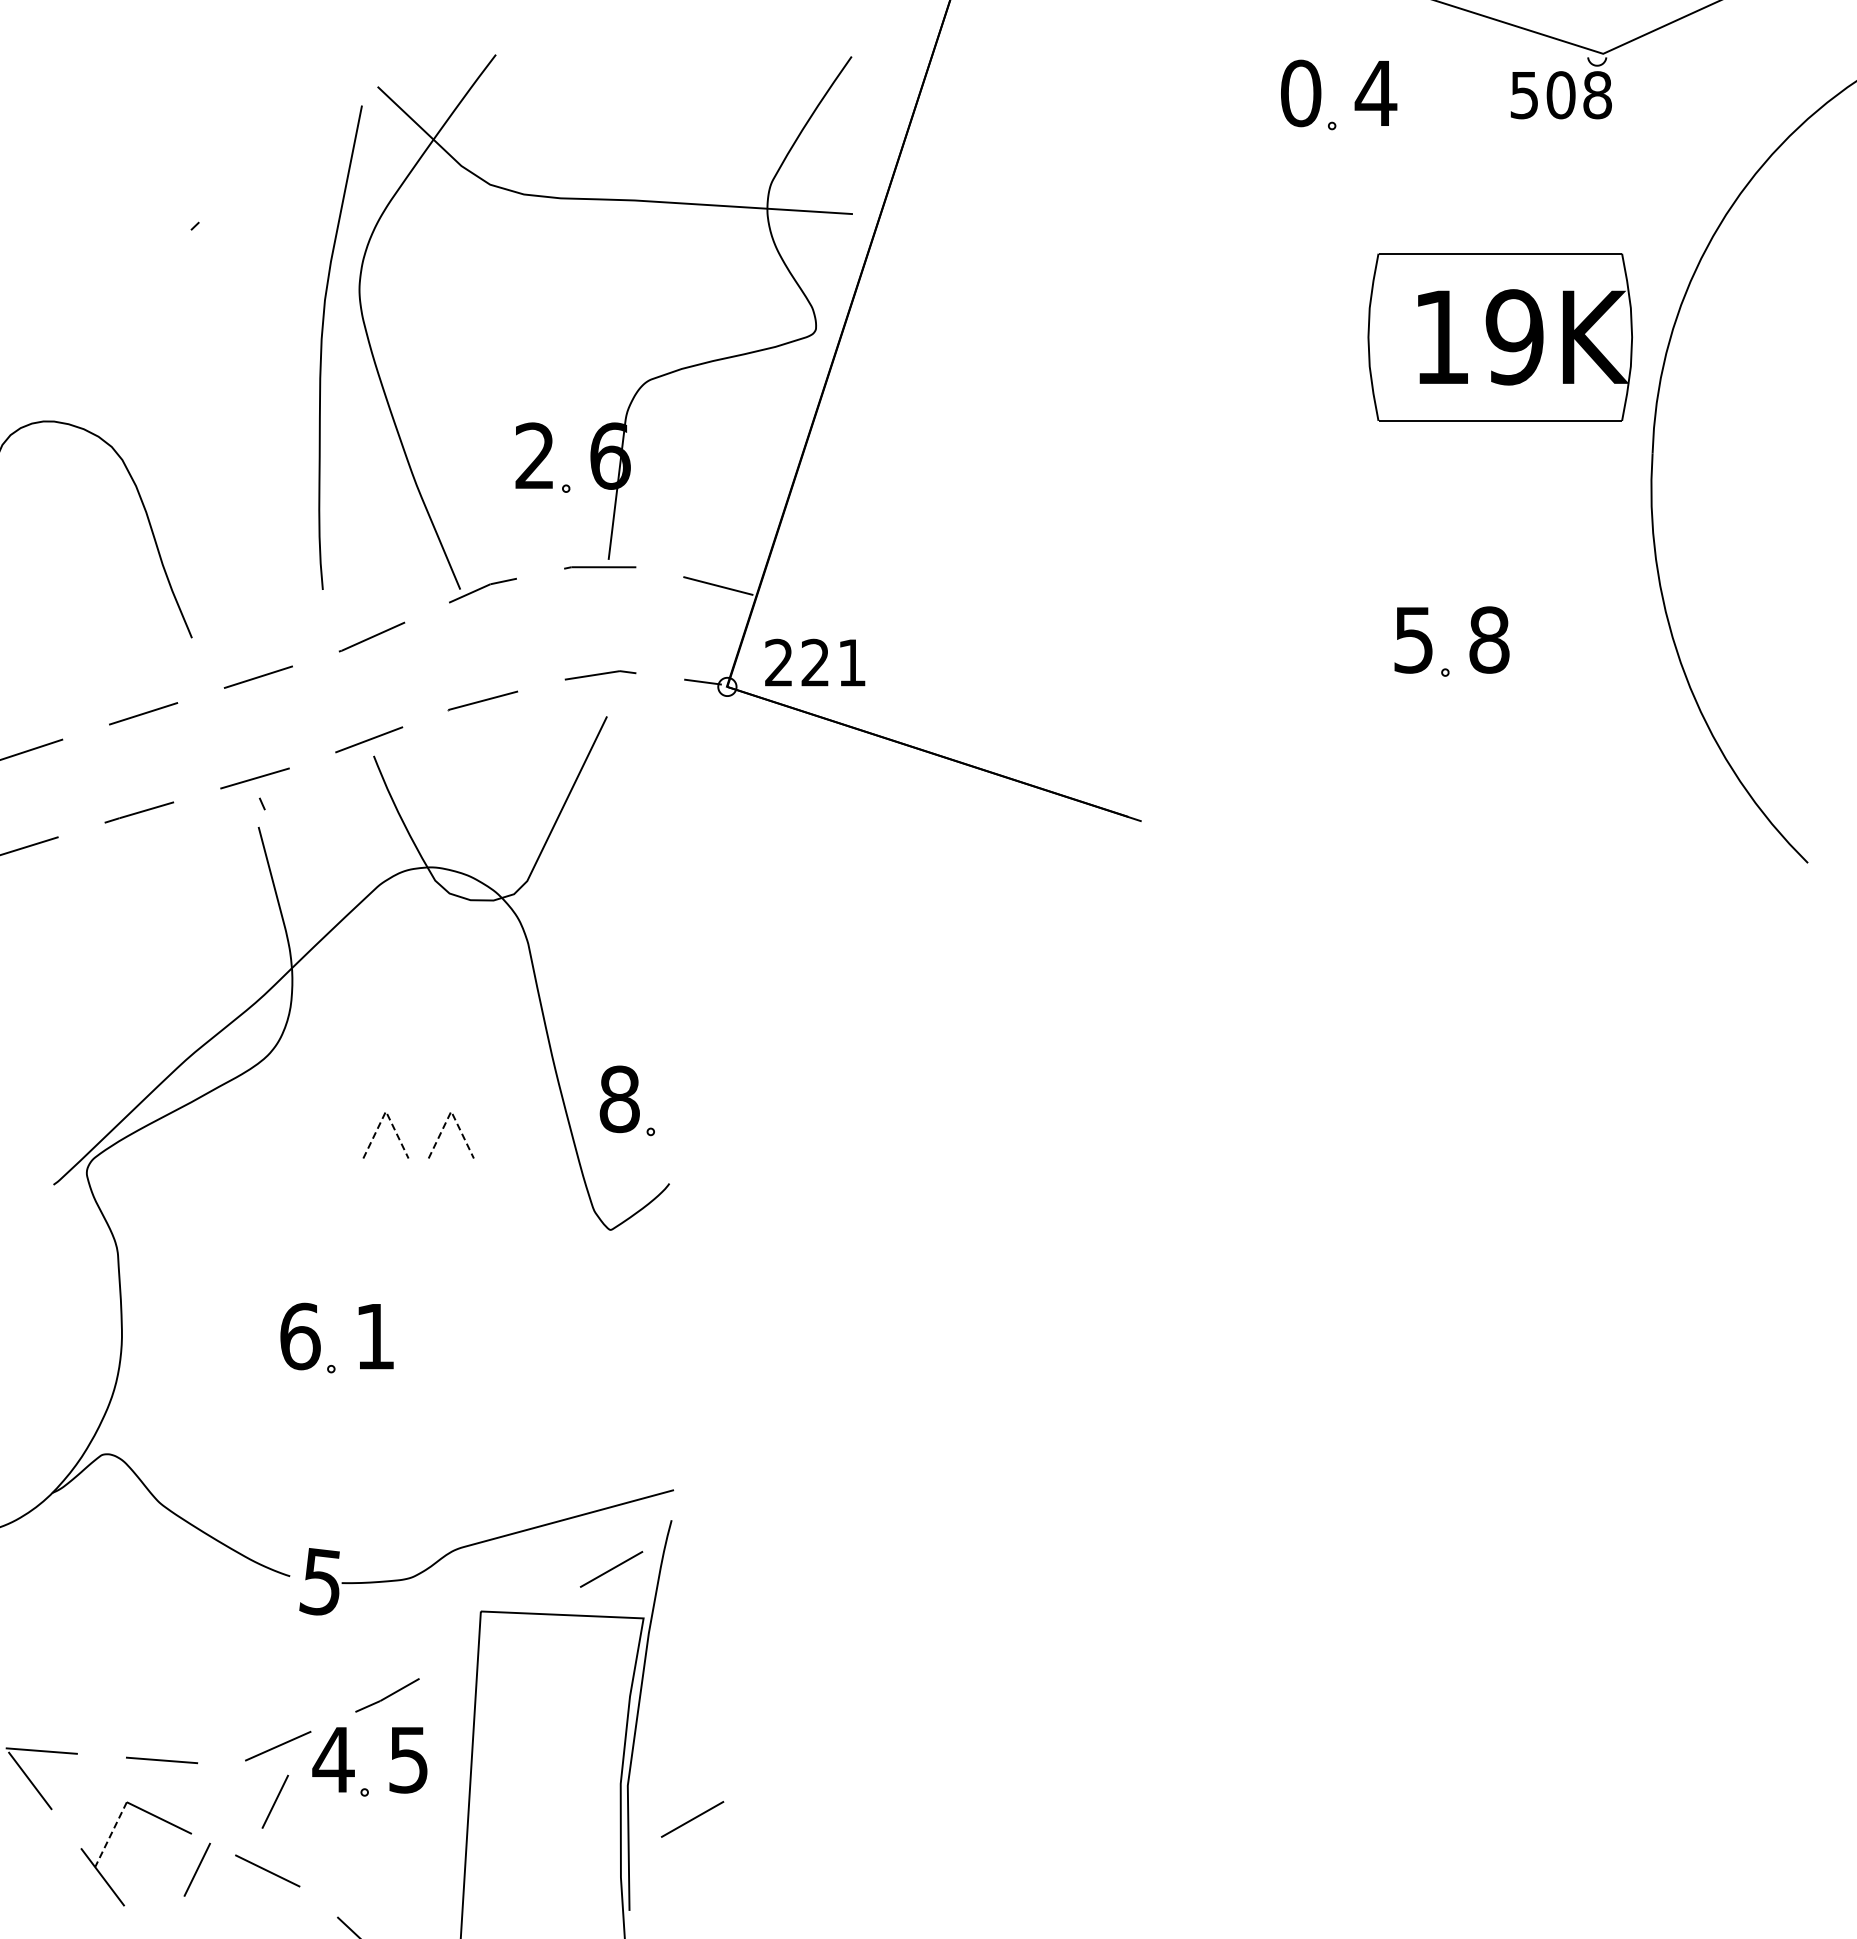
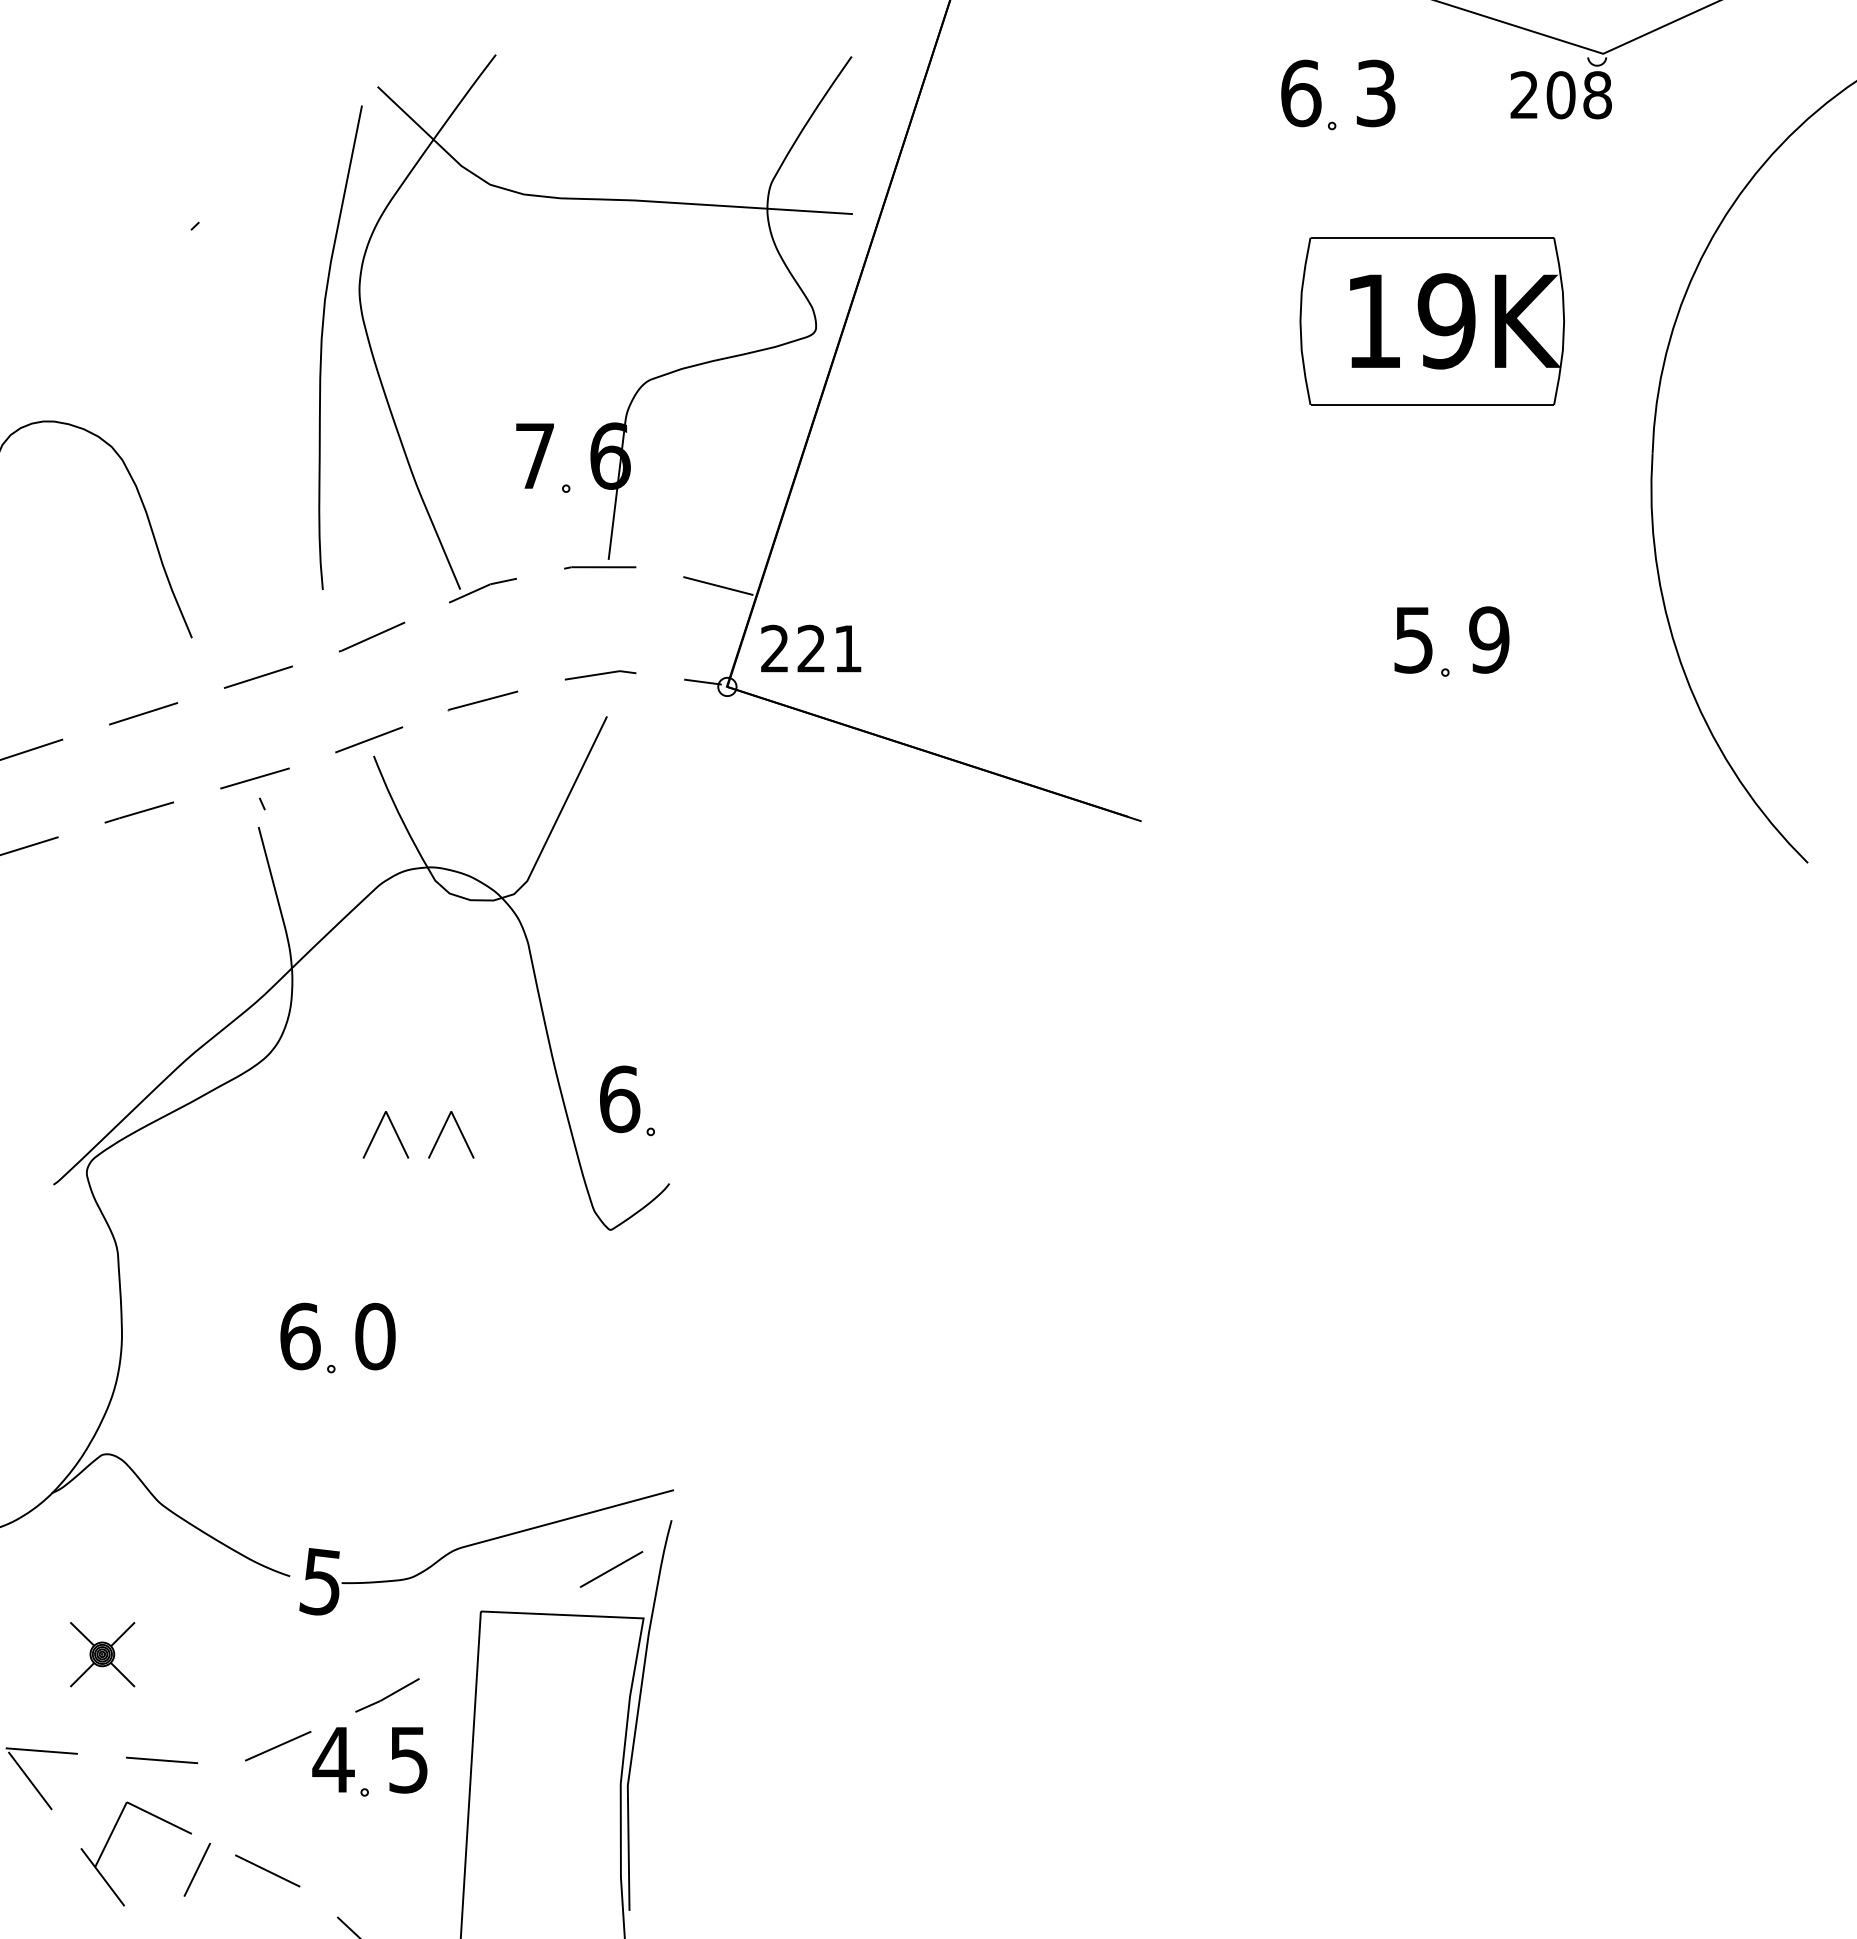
text at (1301, 93): 0 -> 6
text at (1375, 93): 4 -> 3
text at (1523, 95): 508 -> 208
part at (1499, 337) position: (1499, 337) -> (1431, 321)
text at (534, 455): 2 -> 7
text at (1489, 639): 8 -> 9
text at (815, 662) position: (815, 662) -> (811, 648)
text at (619, 1098): 8 -> 6
line at (385, 1111): dashed -> solid
line at (451, 1111): dashed -> solid
text at (375, 1336): 1 -> 0
part at (102, 1654): none -> present
line at (274, 1801): present -> none
line at (692, 1819): present -> none
line at (110, 1835): dashed -> solid
